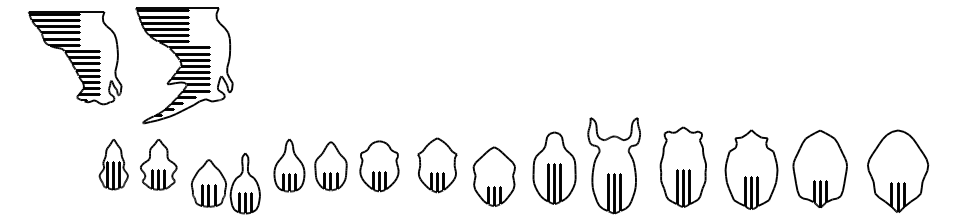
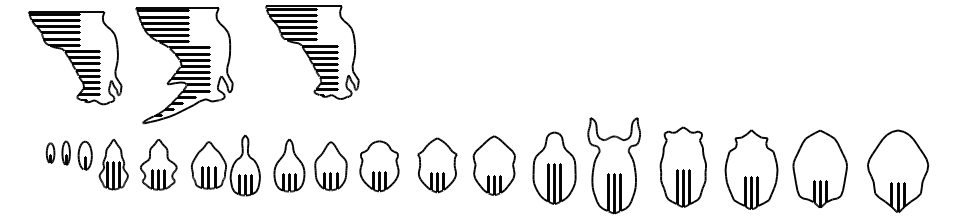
part at (312, 52): none -> present
part at (68, 155): none -> present
part at (493, 176) position: (493, 176) -> (493, 165)
part at (225, 183) position: (225, 183) -> (225, 165)
